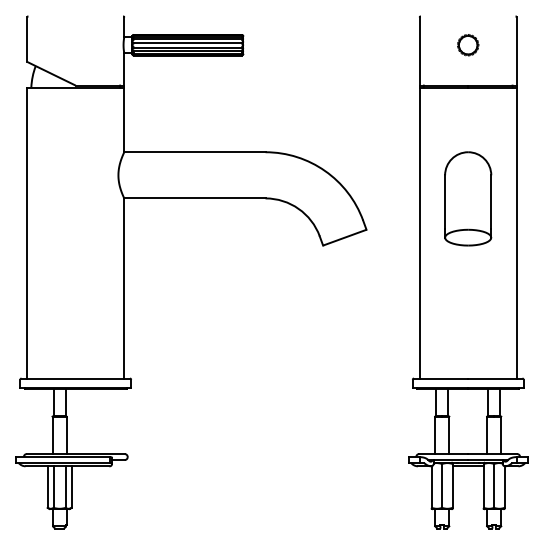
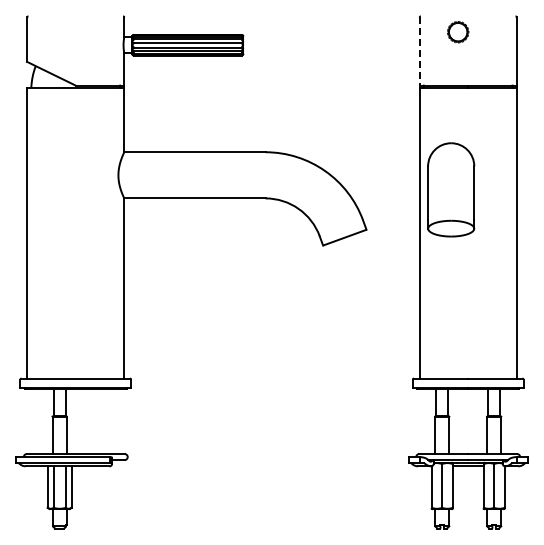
part at (468, 45) position: (468, 45) -> (458, 32)
line at (419, 52): solid -> dashed
part at (468, 198) position: (468, 198) -> (451, 189)
